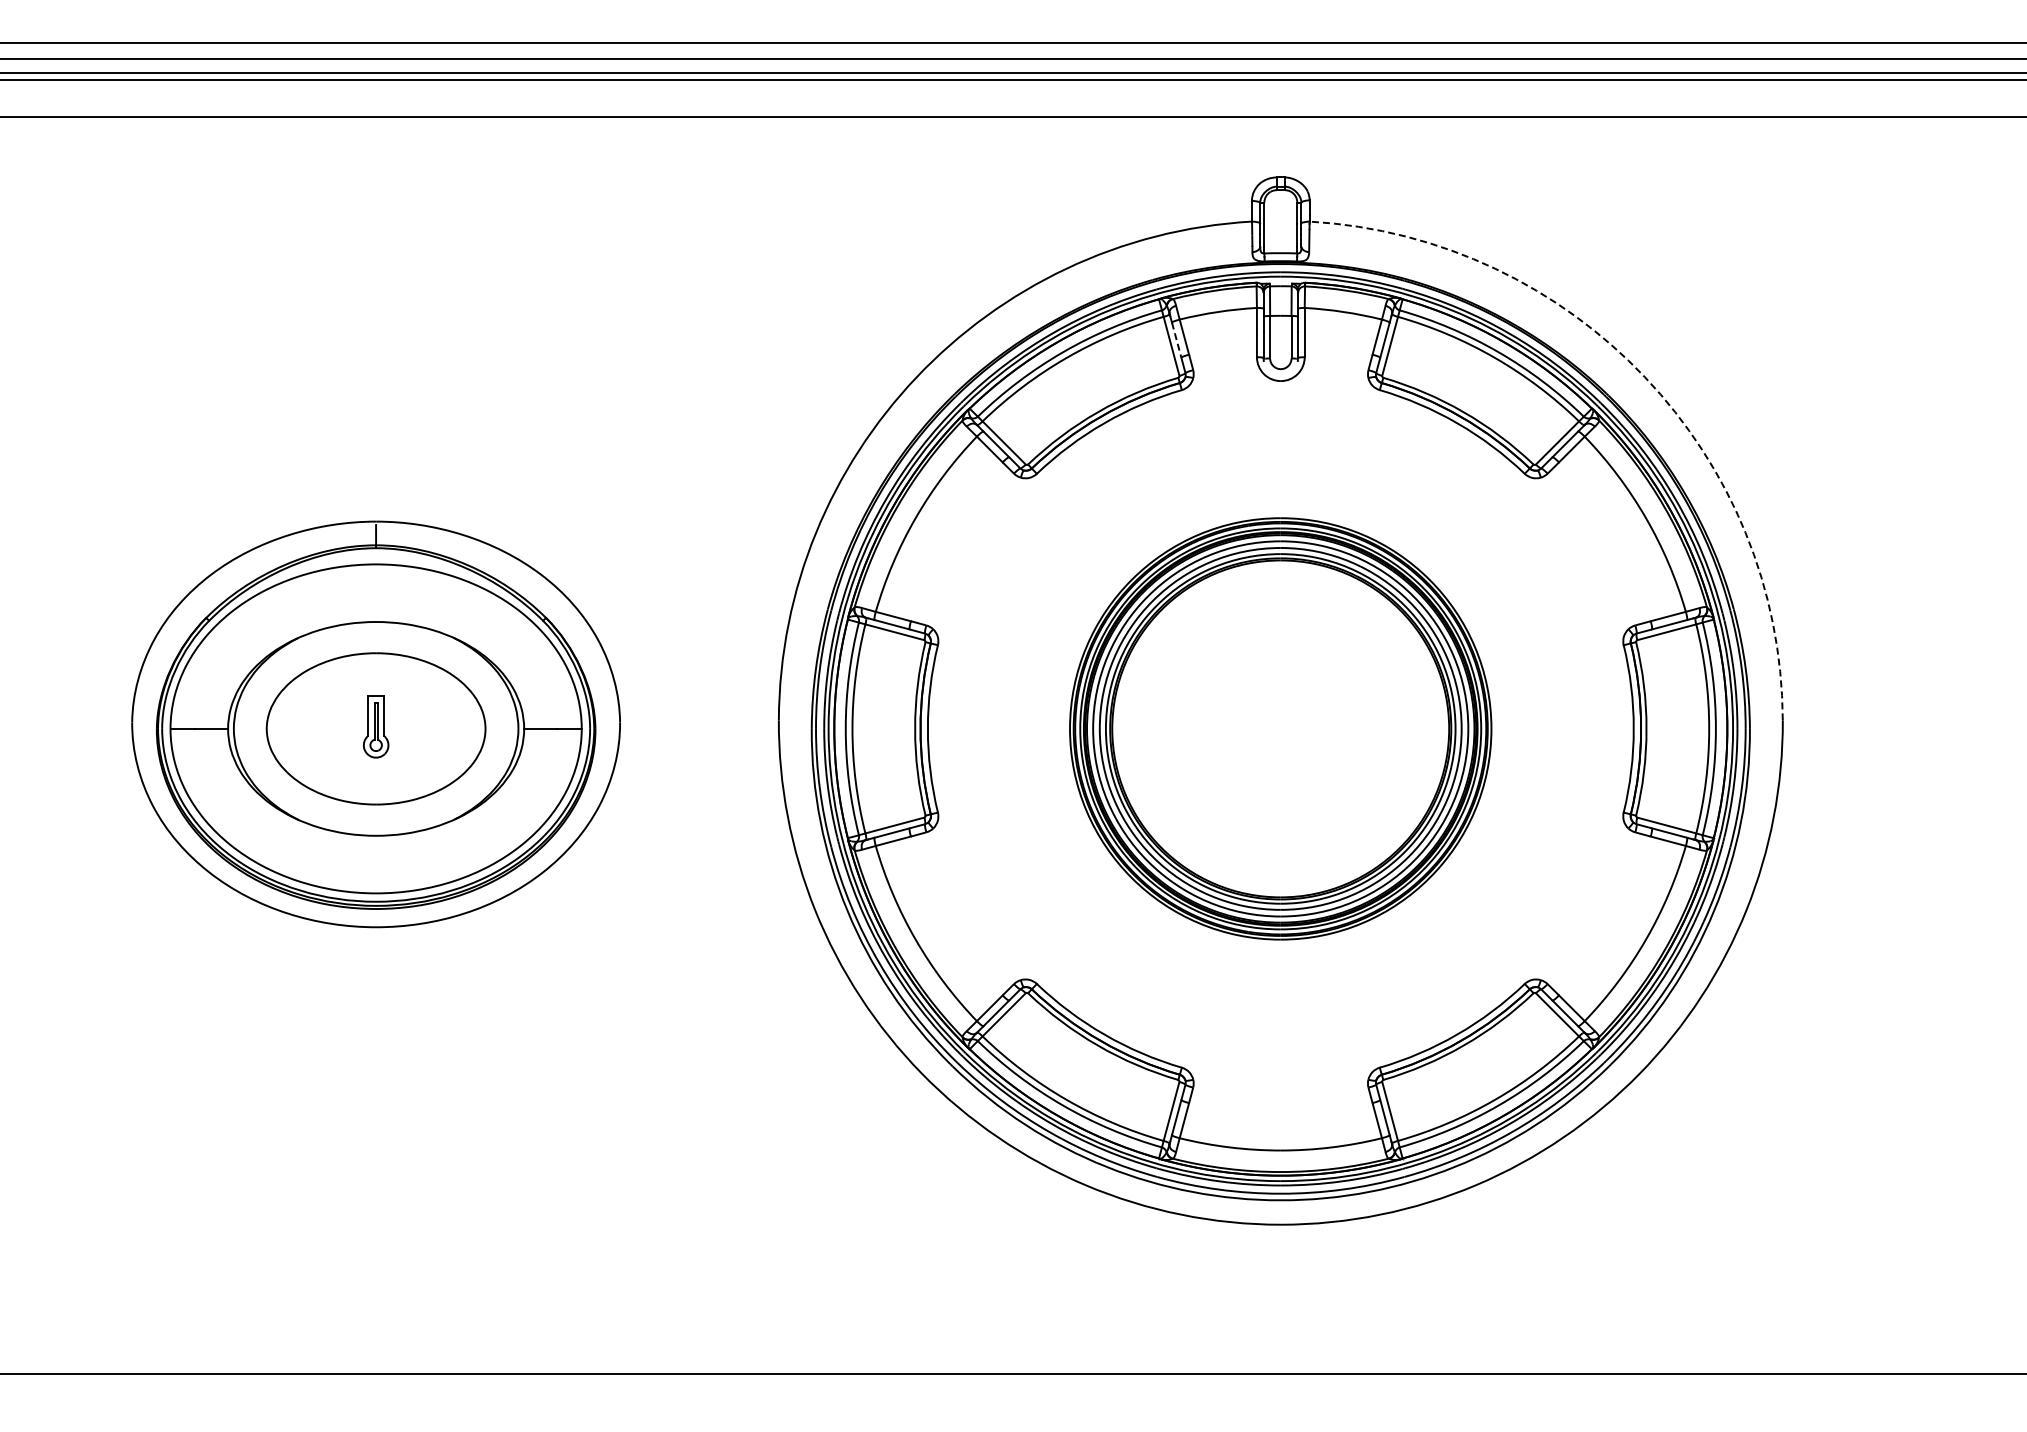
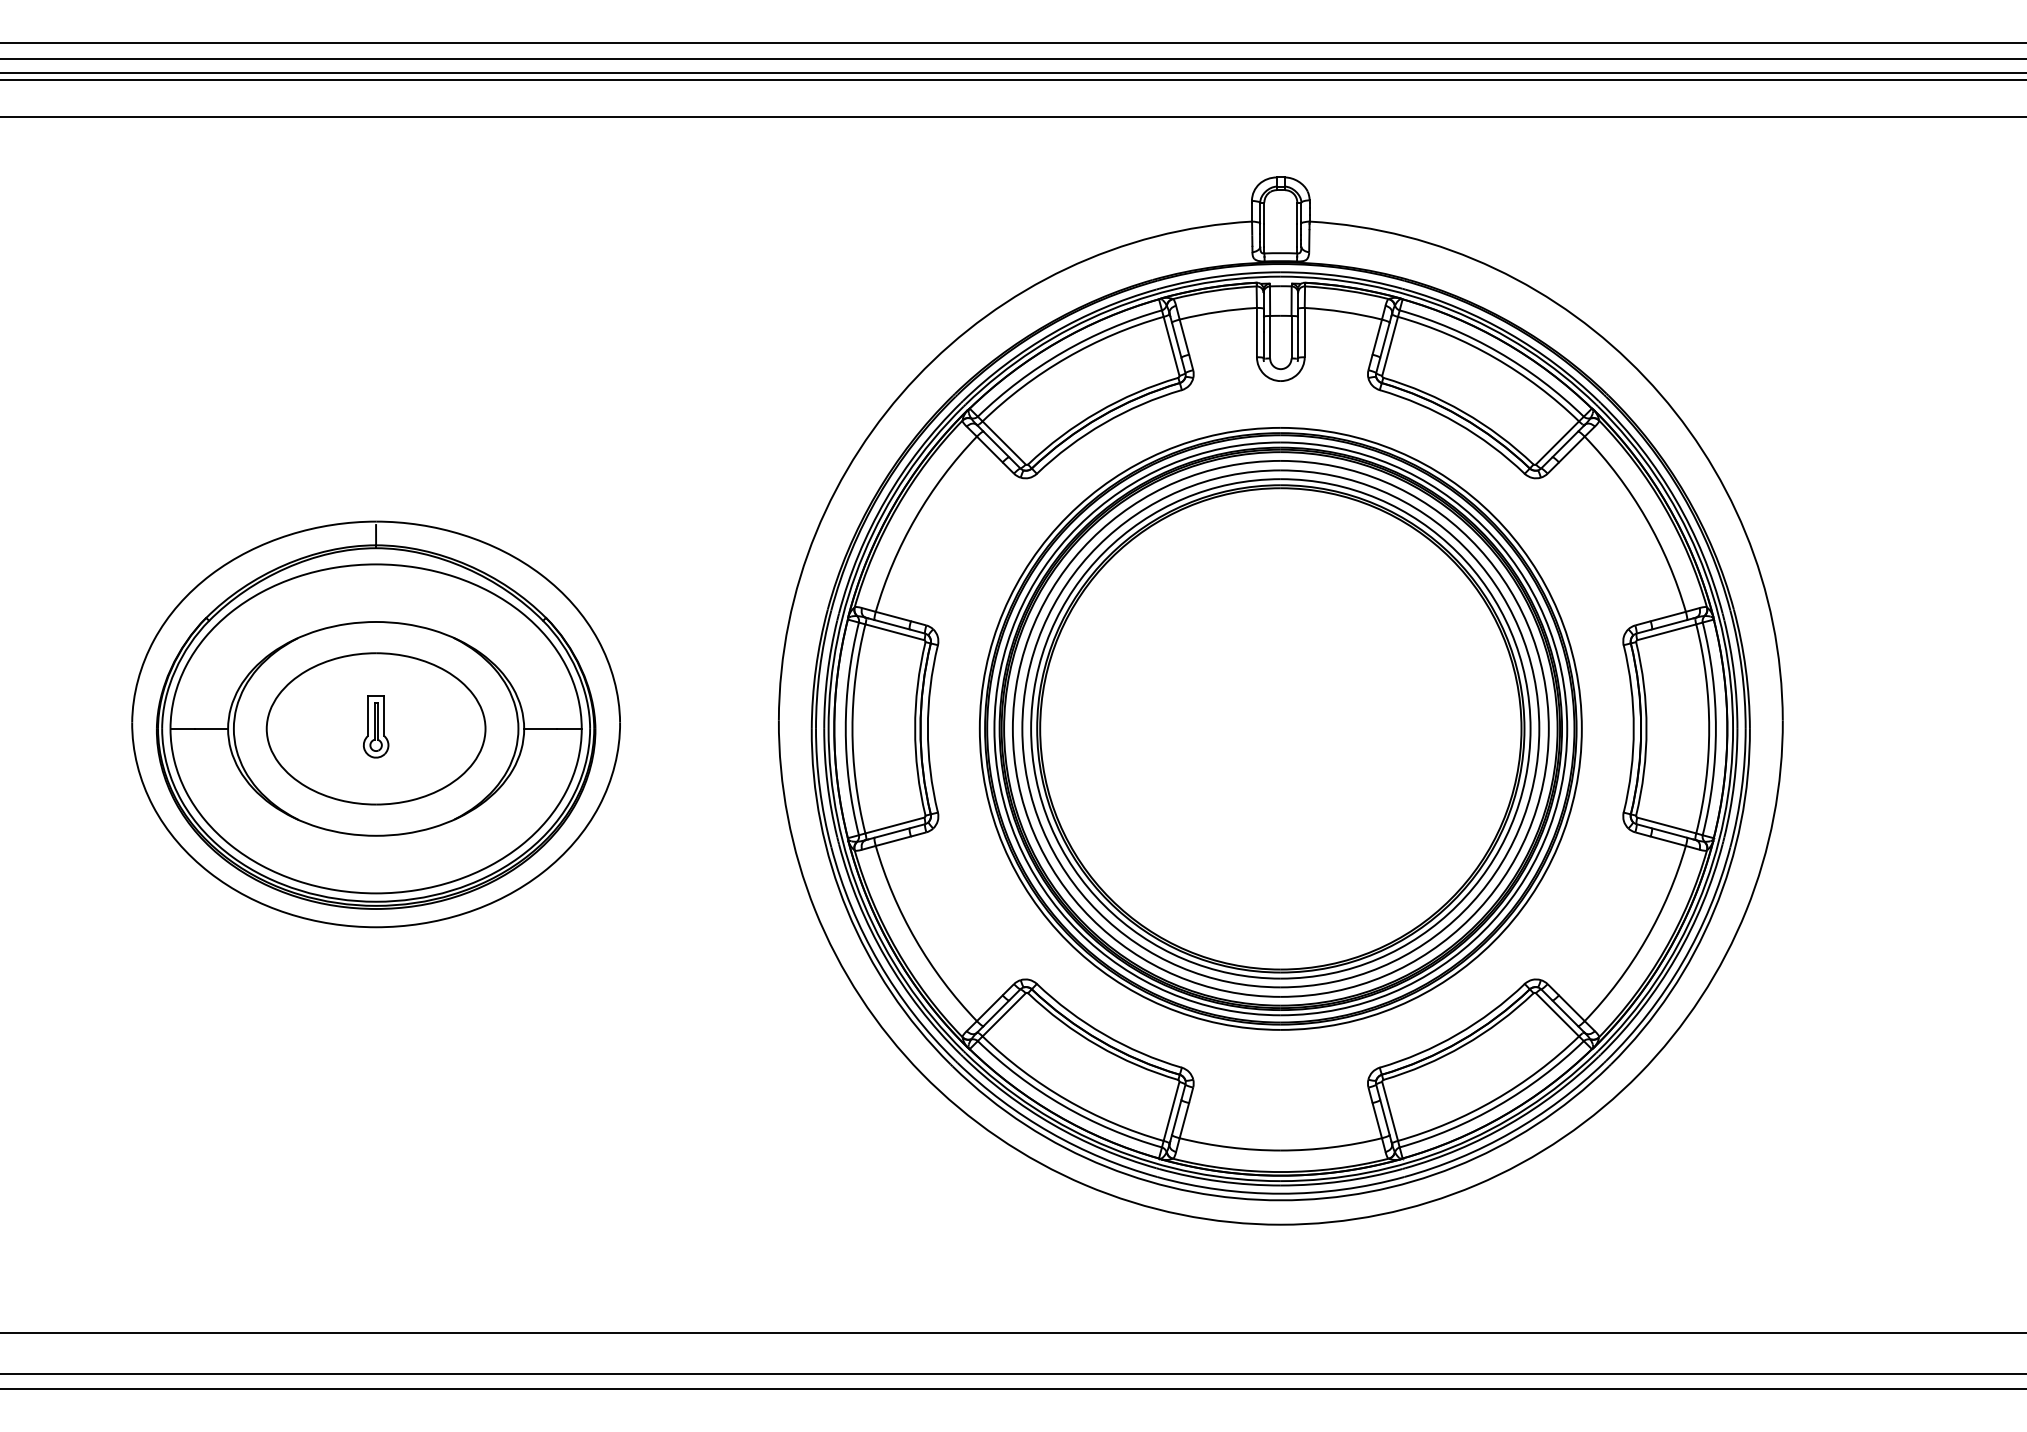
line at (1176, 340): dashed -> solid
arc at (1645, 377): dashed -> solid
part at (1280, 728) size: 424x424 px -> 605x604 px
line at (1012, 1333): none -> present
line at (1012, 1389): none -> present
